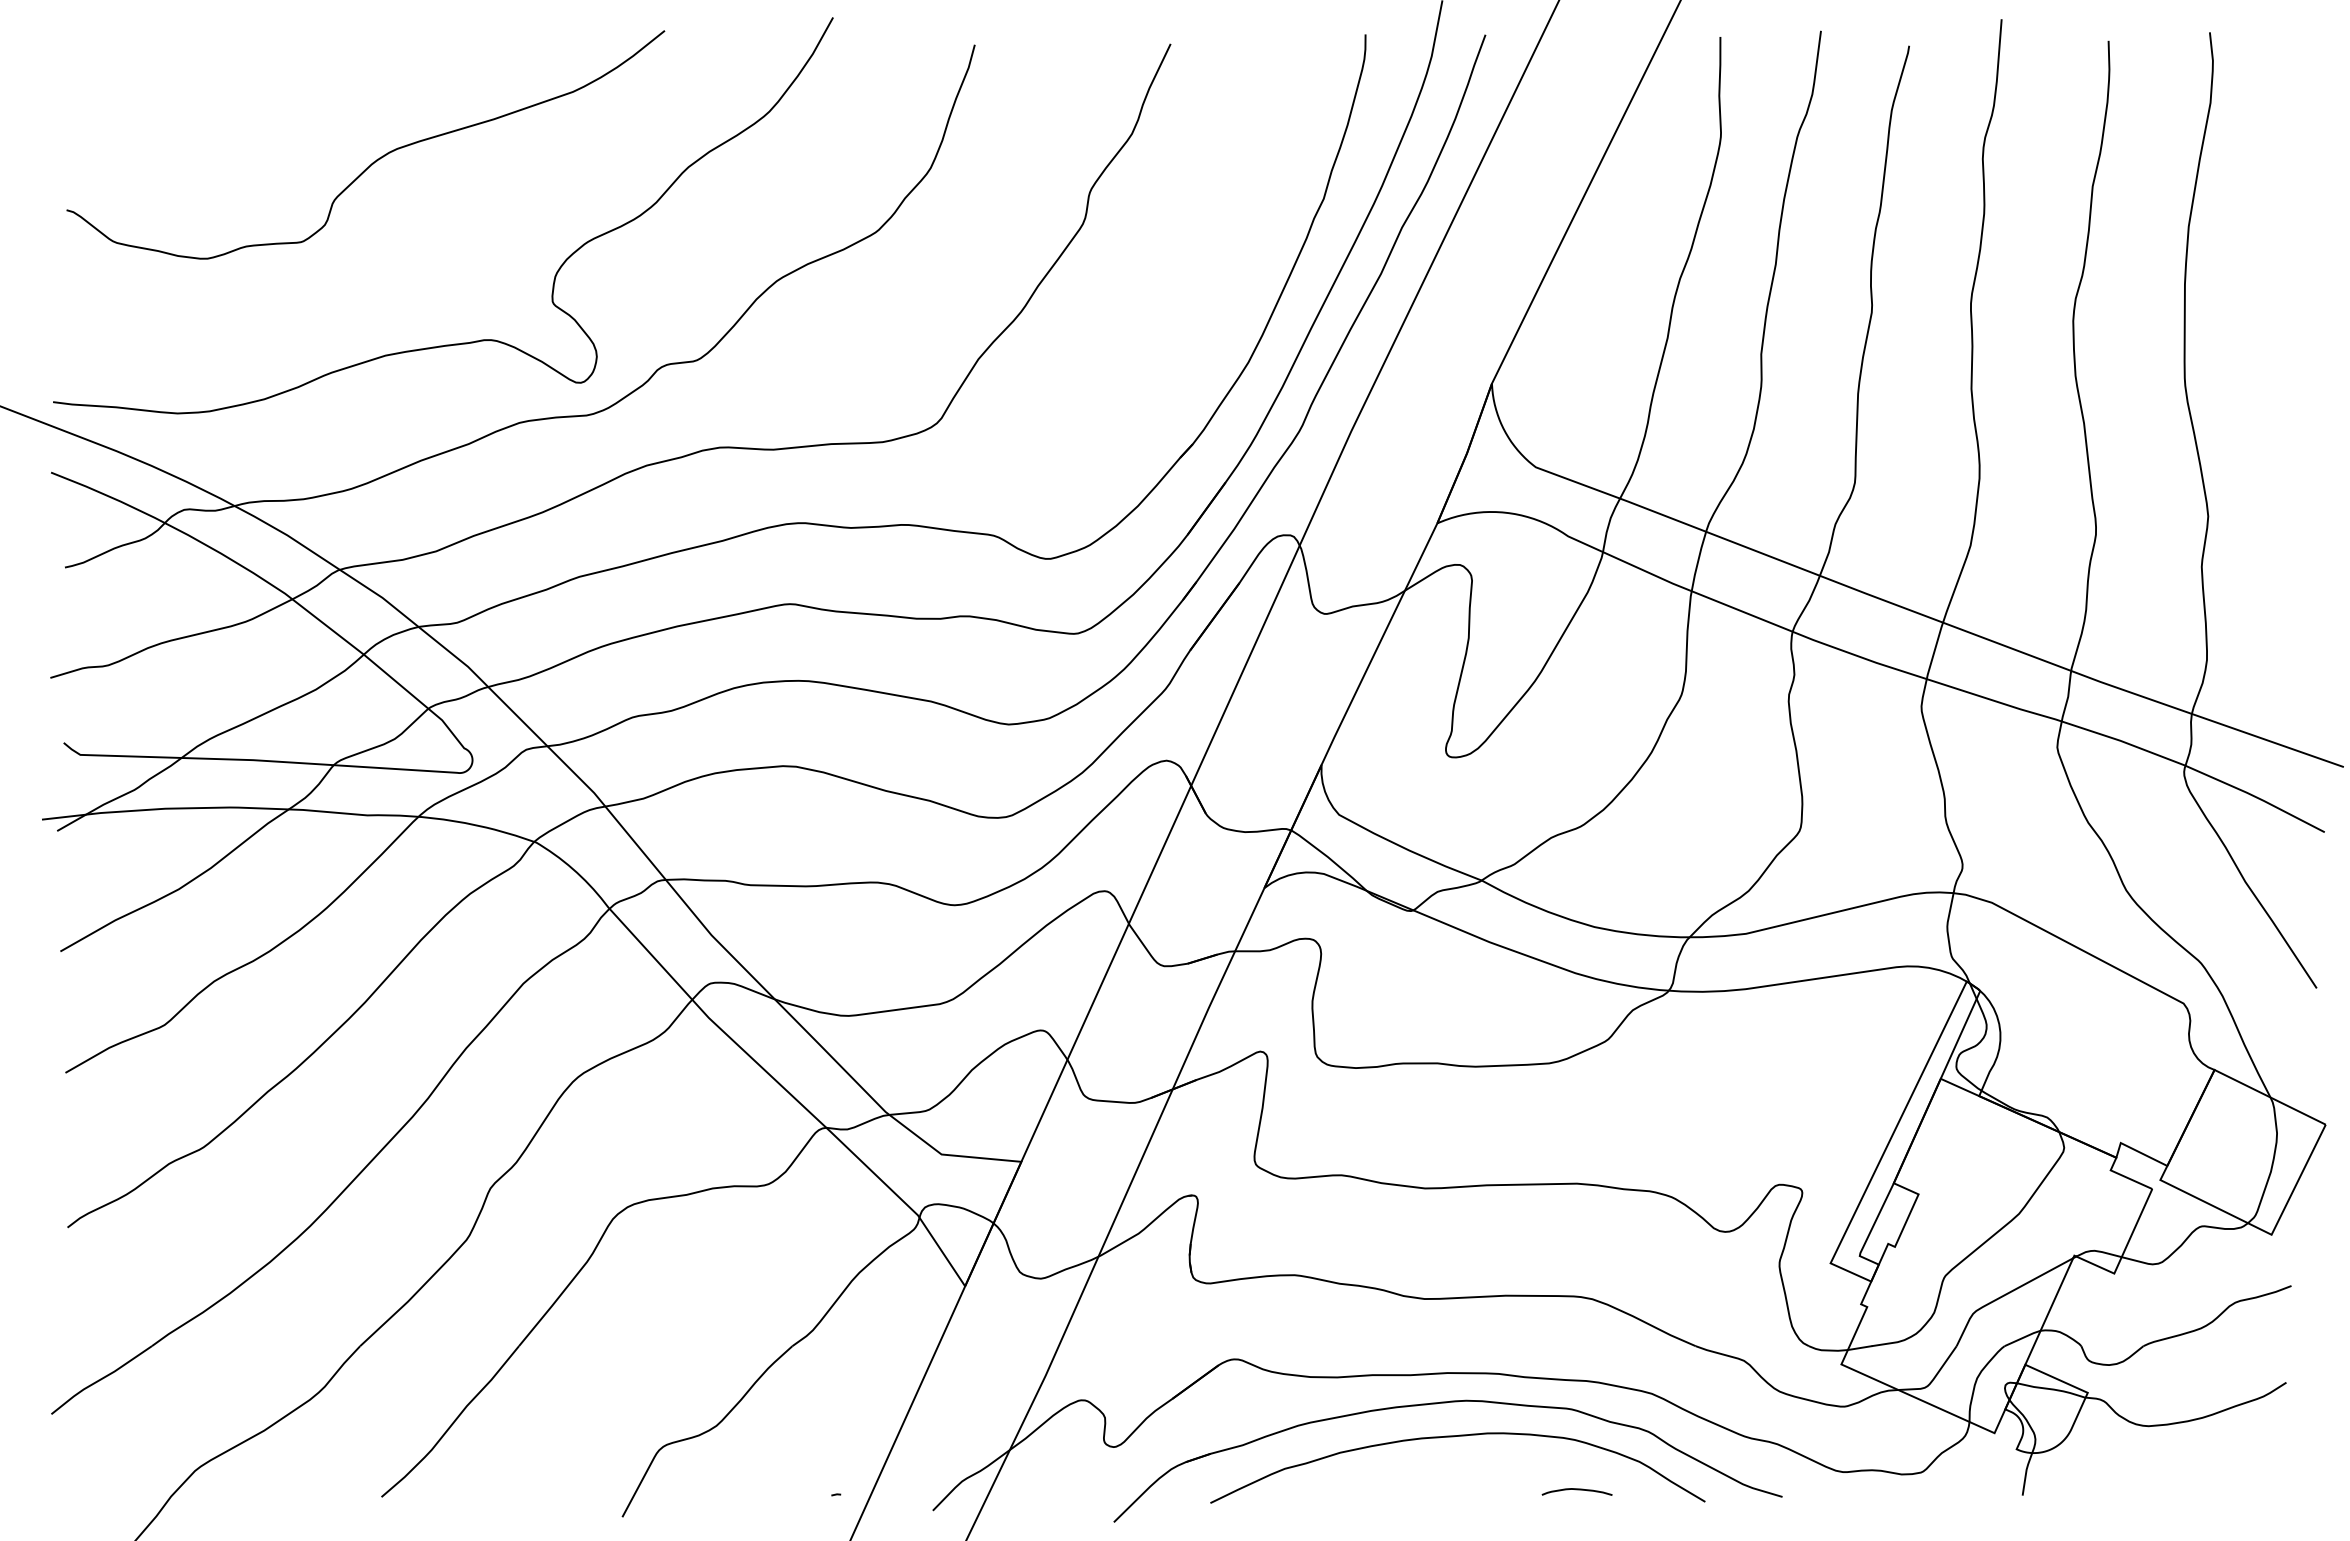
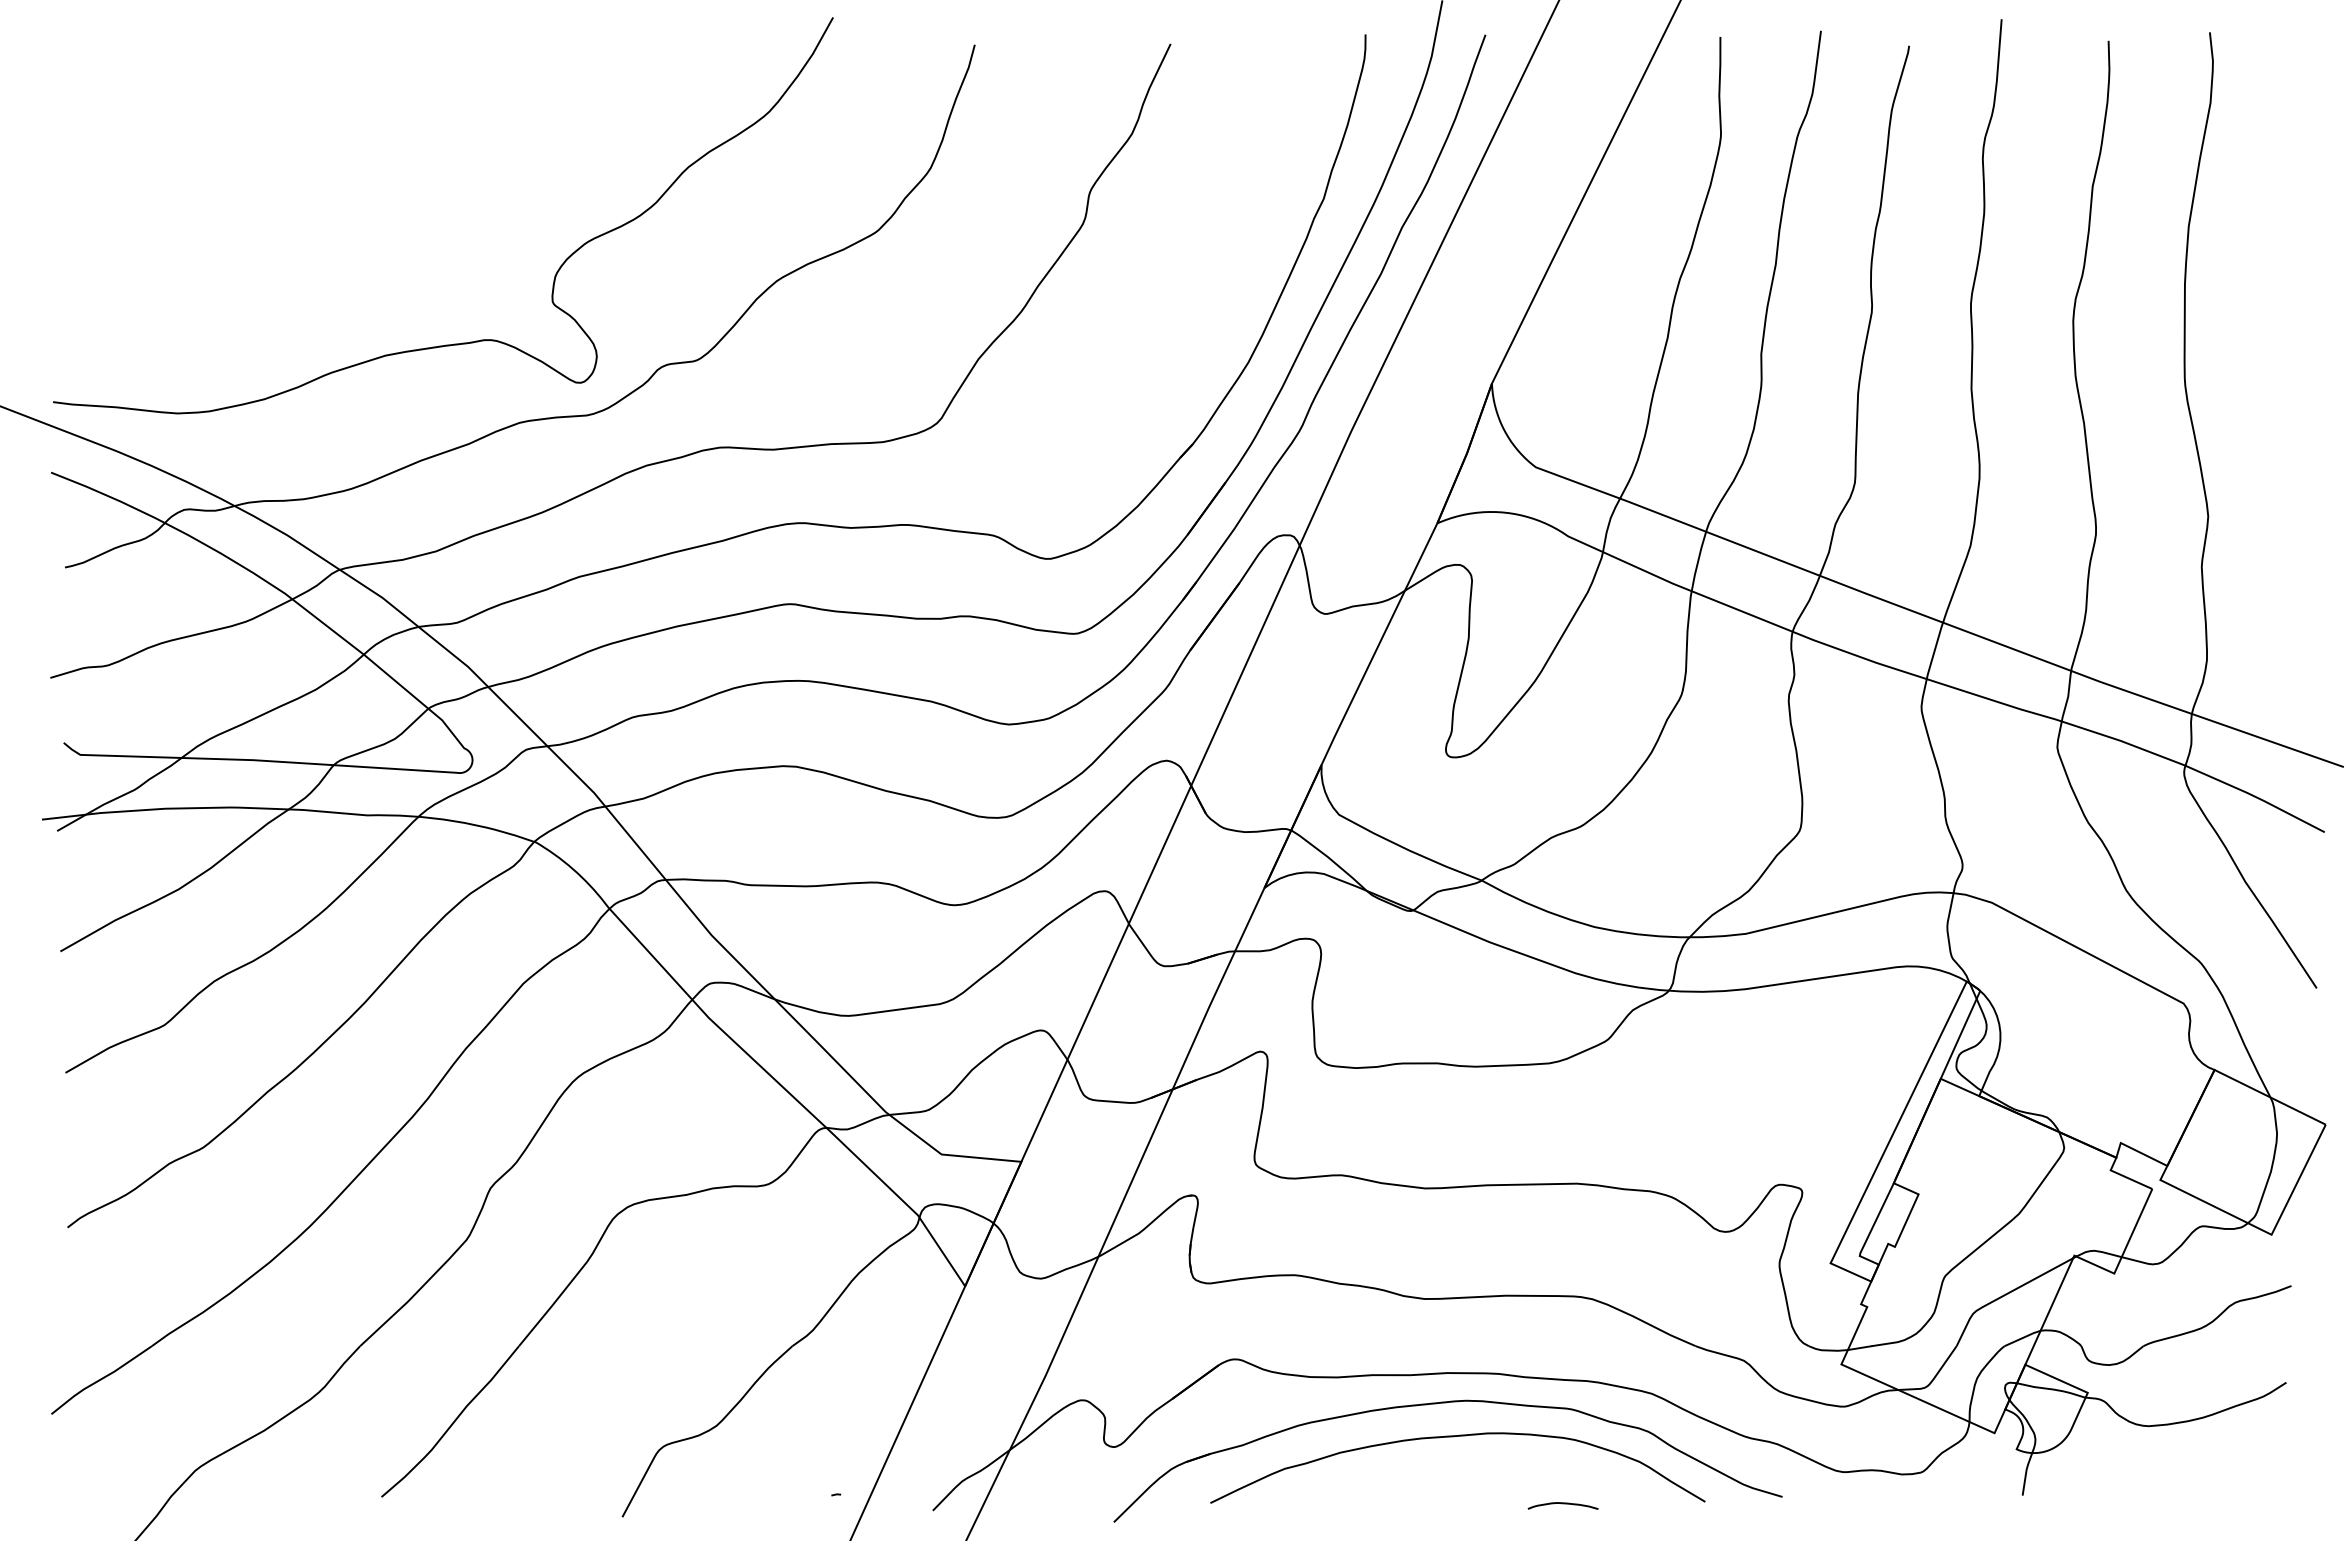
curve at (376, 159): present -> none
curve at (1576, 1490) position: (1576, 1490) -> (1562, 1504)
